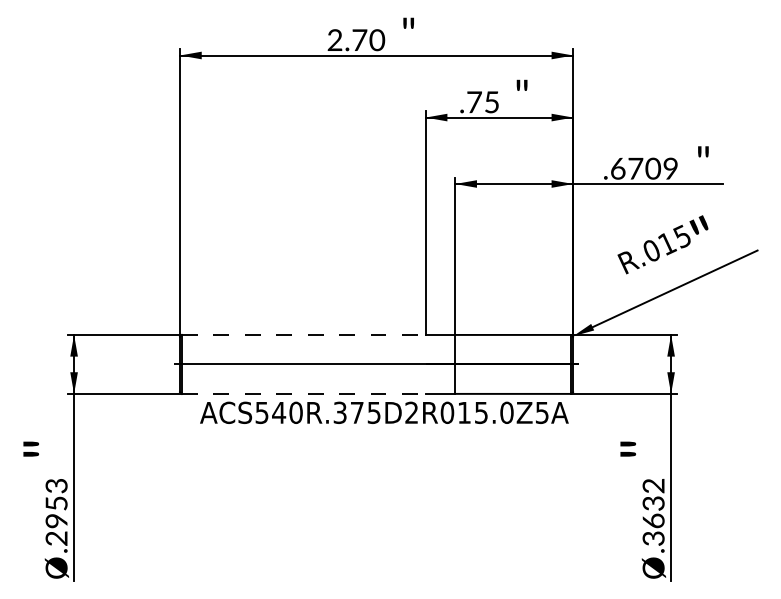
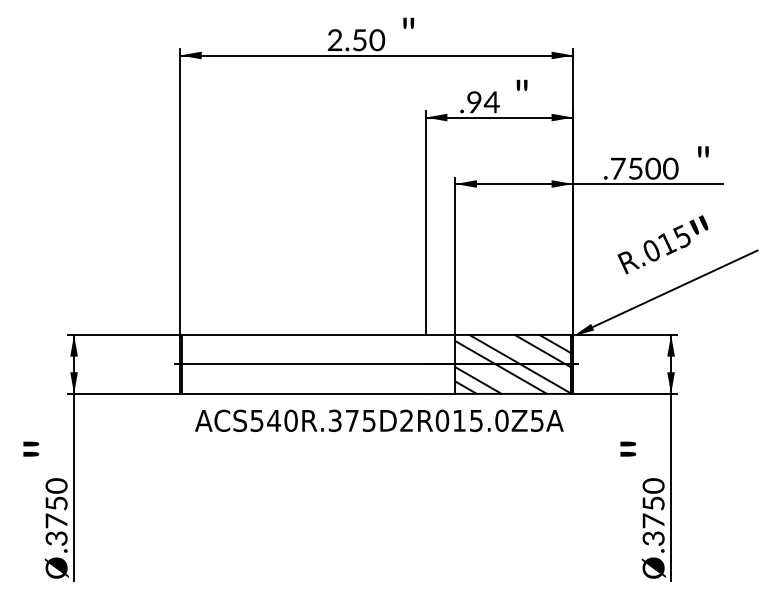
text at (359, 40): 2.70 -> 2.50
text at (483, 102): .75 -> .94
text at (644, 168): .6709 -> .7500
line at (303, 334): dashed -> solid
hatch at (514, 363): none -> present
line at (303, 393): dashed -> solid
text at (384, 412) position: (384, 412) -> (379, 420)
text at (653, 503): .3632 -> .3750
text at (56, 511): .2953 -> .3750
